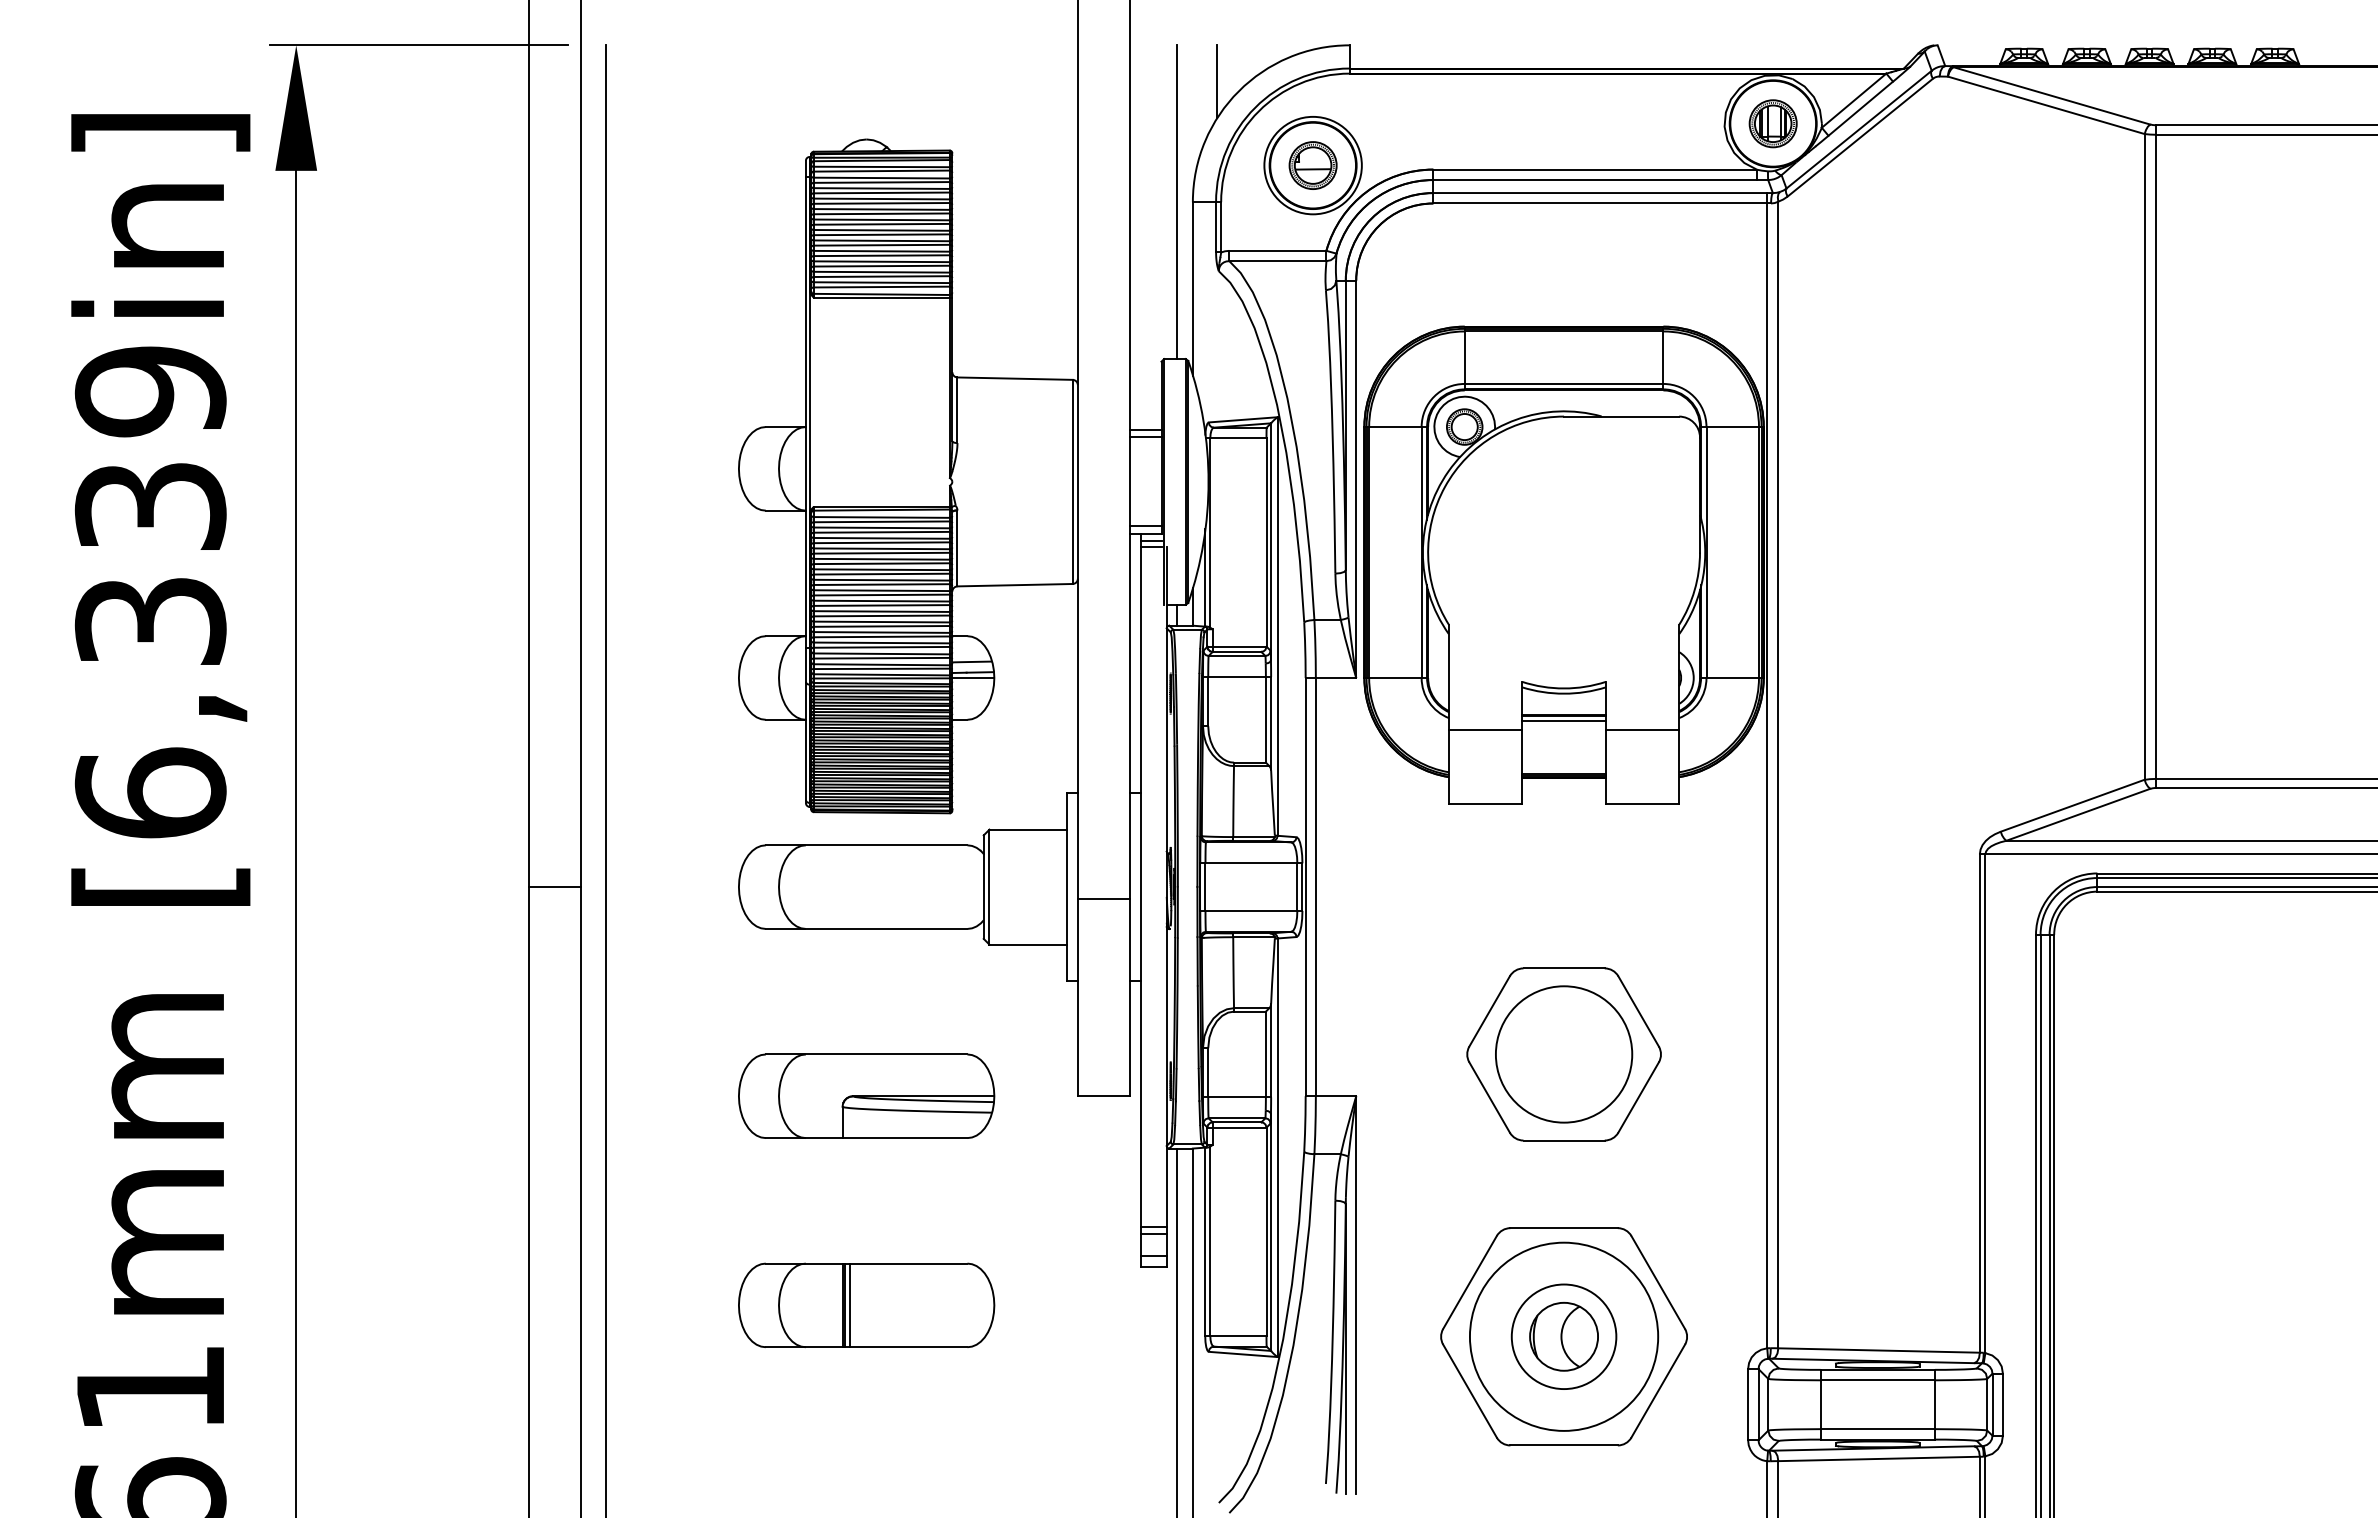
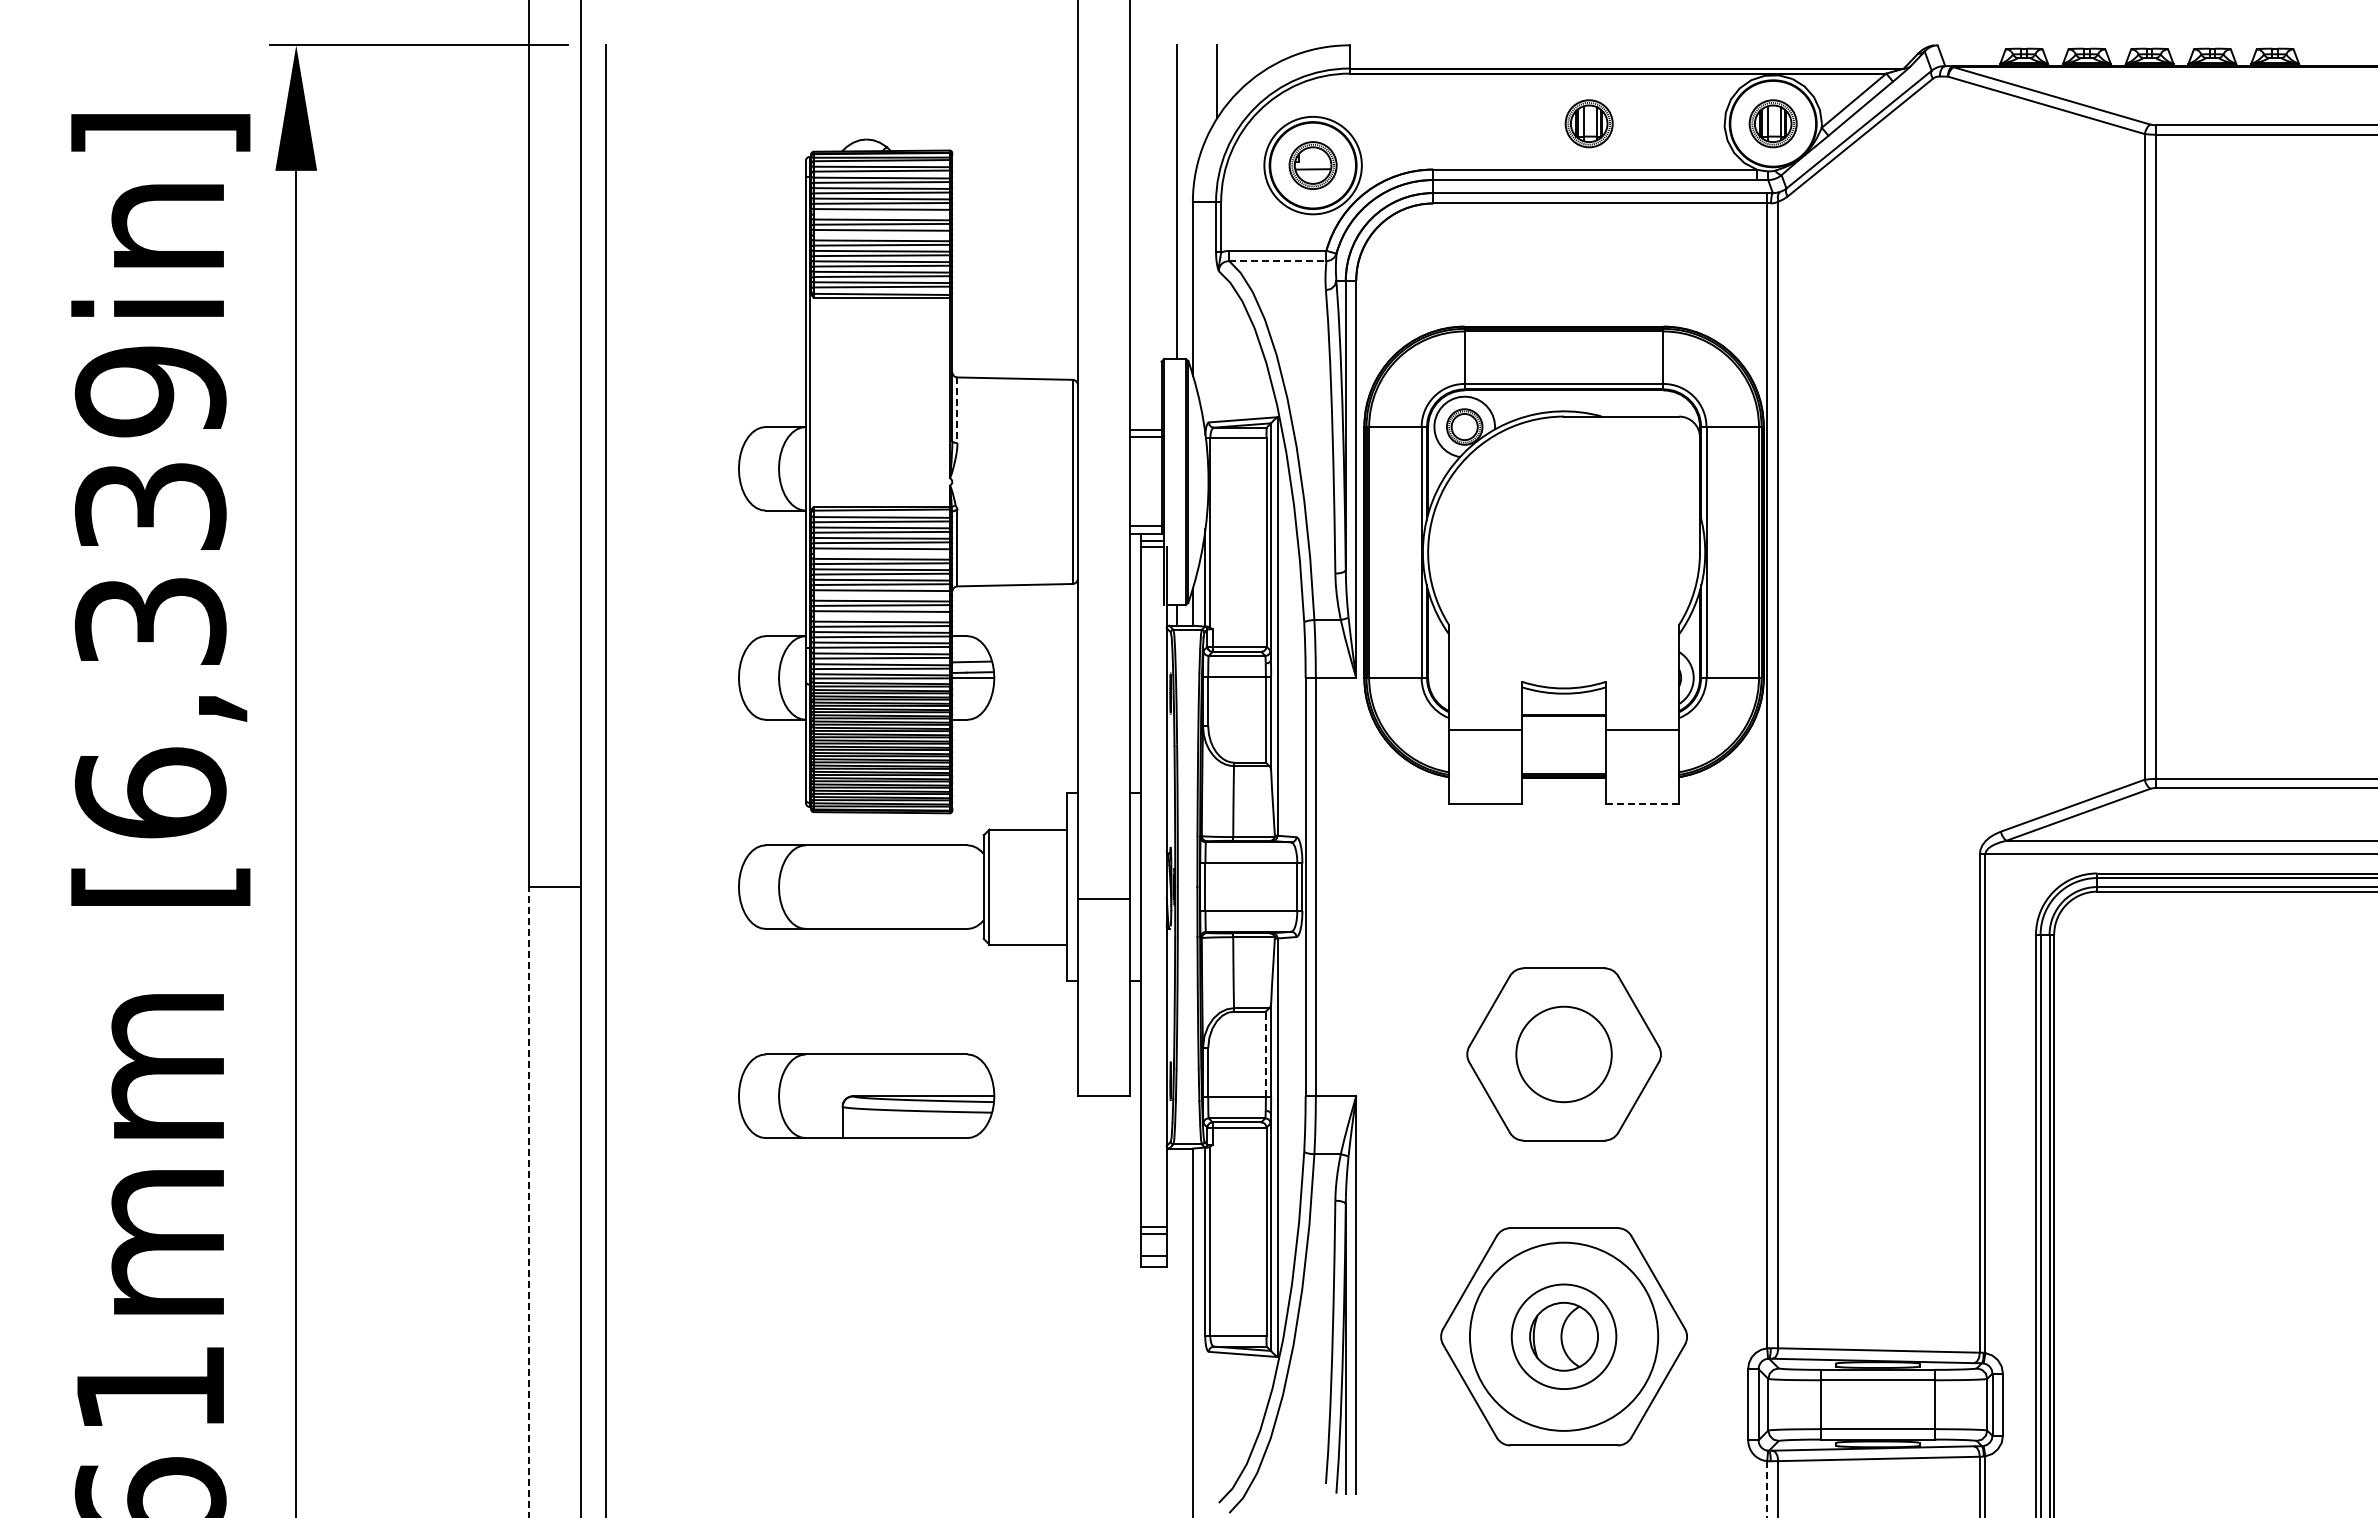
part at (1588, 123): none -> present
line at (881, 213): present -> none
line at (881, 234): present -> none
line at (1277, 261): solid -> dashed
line at (957, 410): solid -> dashed
line at (881, 552): present -> none
line at (881, 594): present -> none
line at (881, 615): present -> none
line at (1563, 721): present -> none
line at (1642, 803): solid -> dashed
line at (1265, 1054): solid -> dashed
circle at (1563, 1054) diameter: 136 px -> 95 px
line at (528, 1202): solid -> dashed
part at (866, 1304): present -> none
line at (1177, 1331): present -> none
line at (1767, 1489): solid -> dashed
